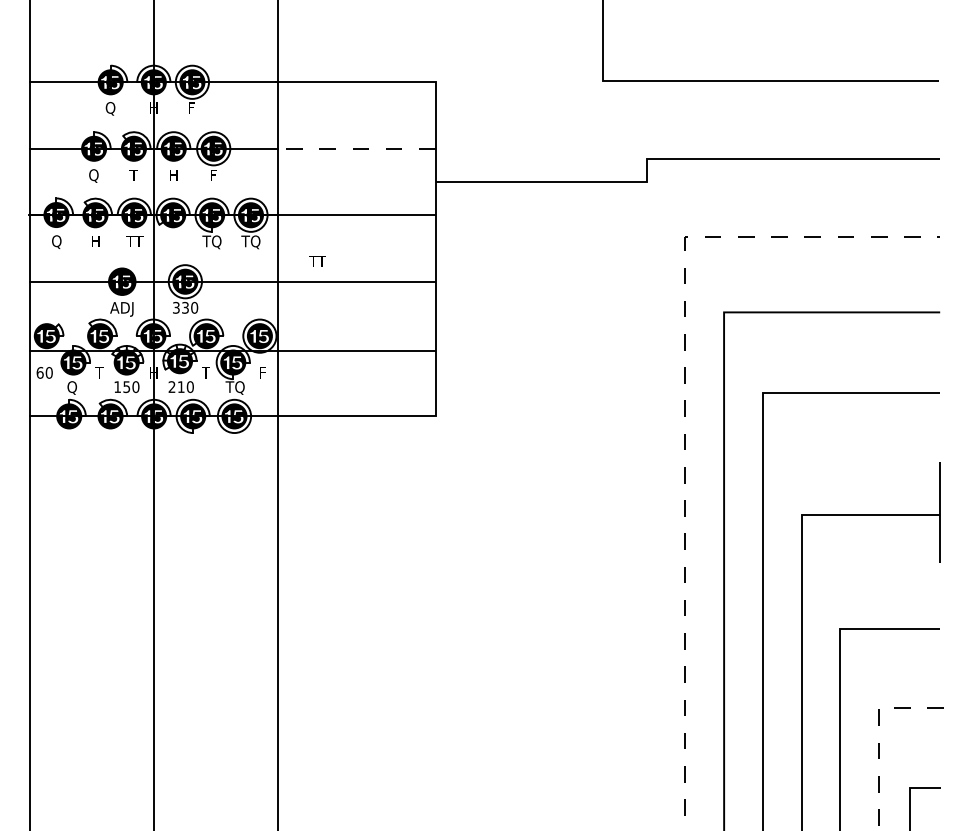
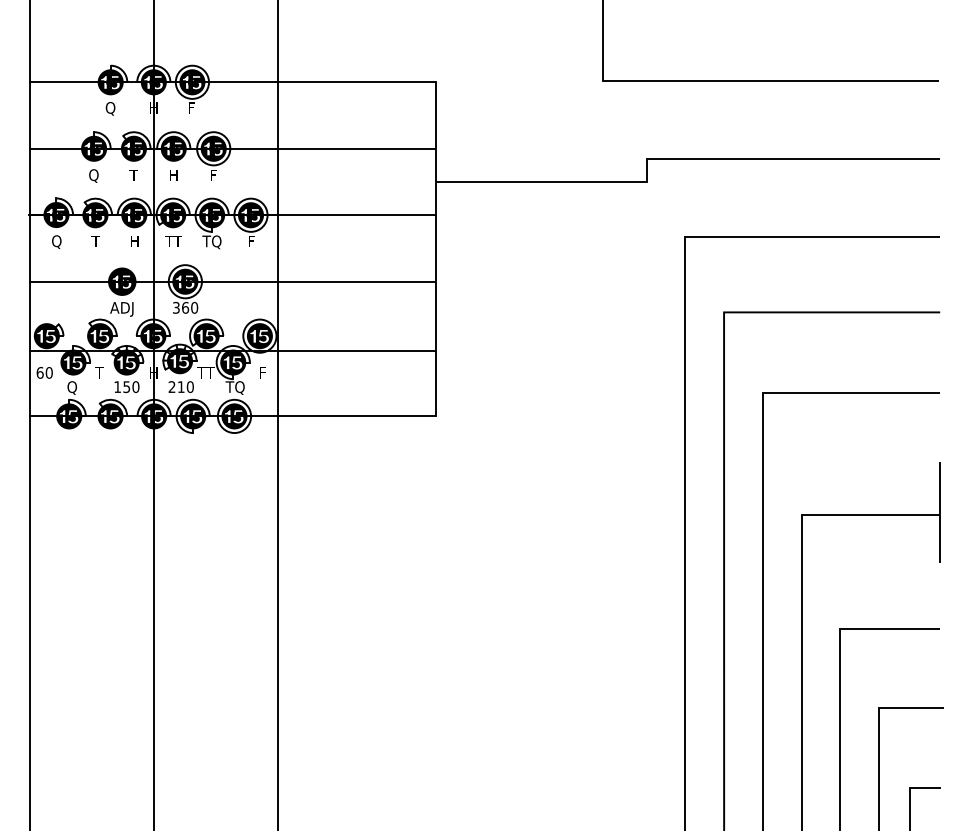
line at (354, 148): dashed -> solid
text at (95, 241): H -> T
text at (134, 241): TT -> H
text at (250, 242): TQ -> F
text at (317, 261) position: (317, 261) -> (173, 241)
text at (185, 307): 330 -> 360
text at (205, 372): T -> TT
line at (685, 405): dashed -> solid
line at (879, 736): dashed -> solid
